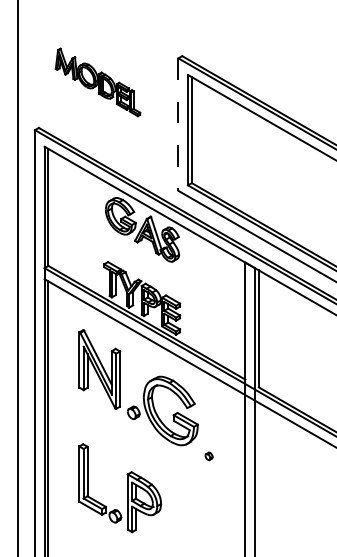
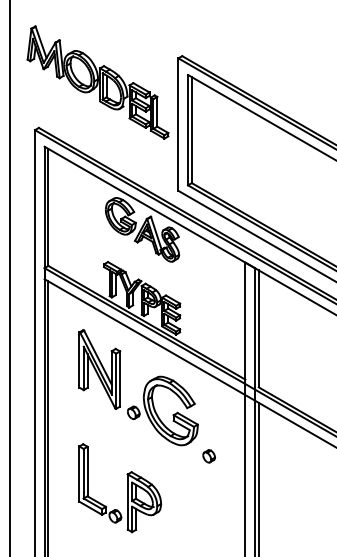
part at (97, 82) size: 88x71 px -> 144x115 px
line at (178, 125): dashed -> solid
line at (18, 277) position: (18, 277) -> (10, 277)
part at (208, 456) size: 10x11 px -> 14x15 px
line at (258, 477): none -> present
